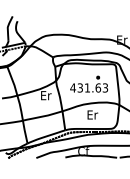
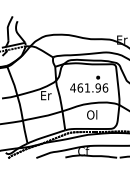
text at (92, 87): 431.63 -> 461.96
text at (92, 114): Er -> Ol
